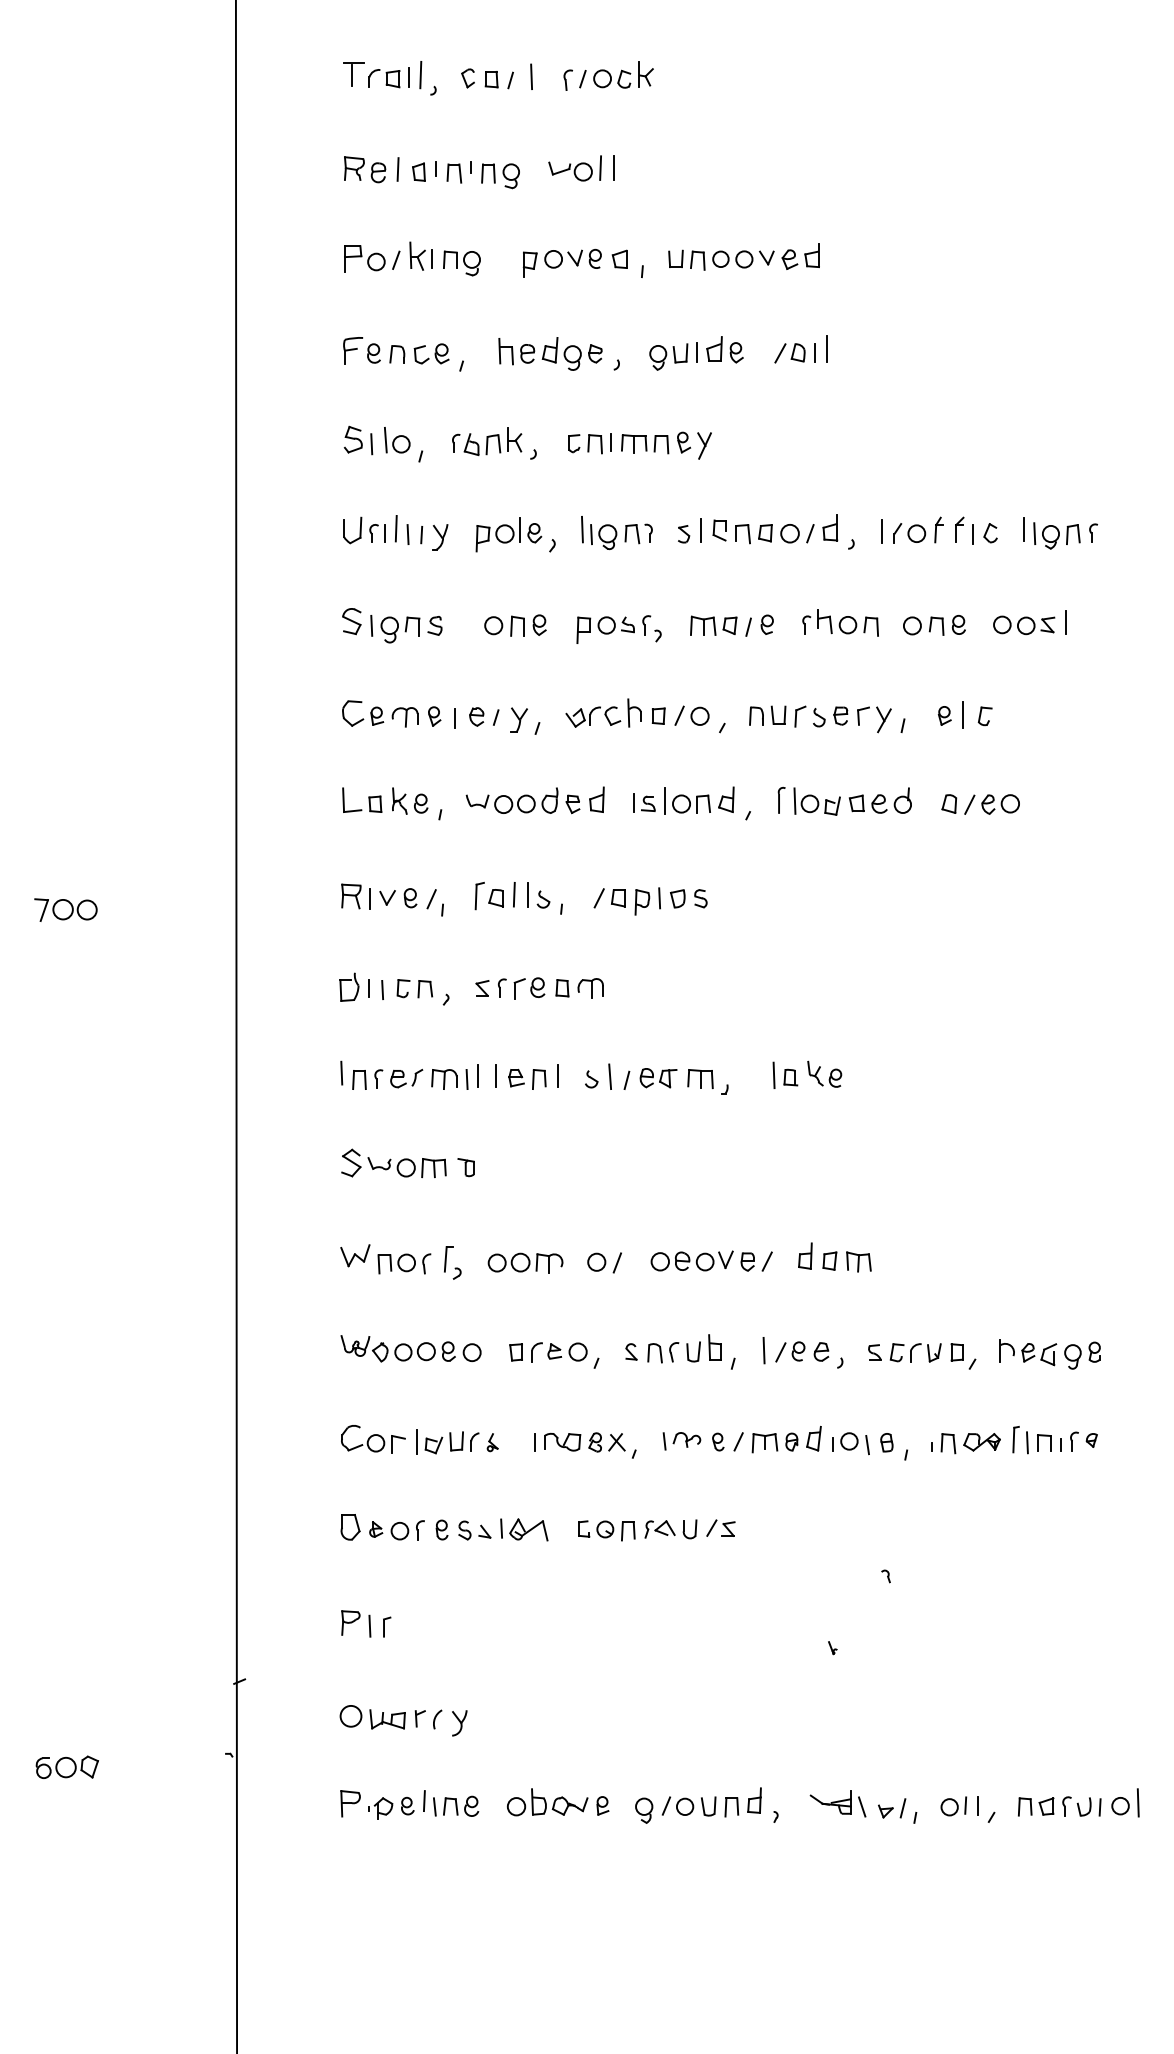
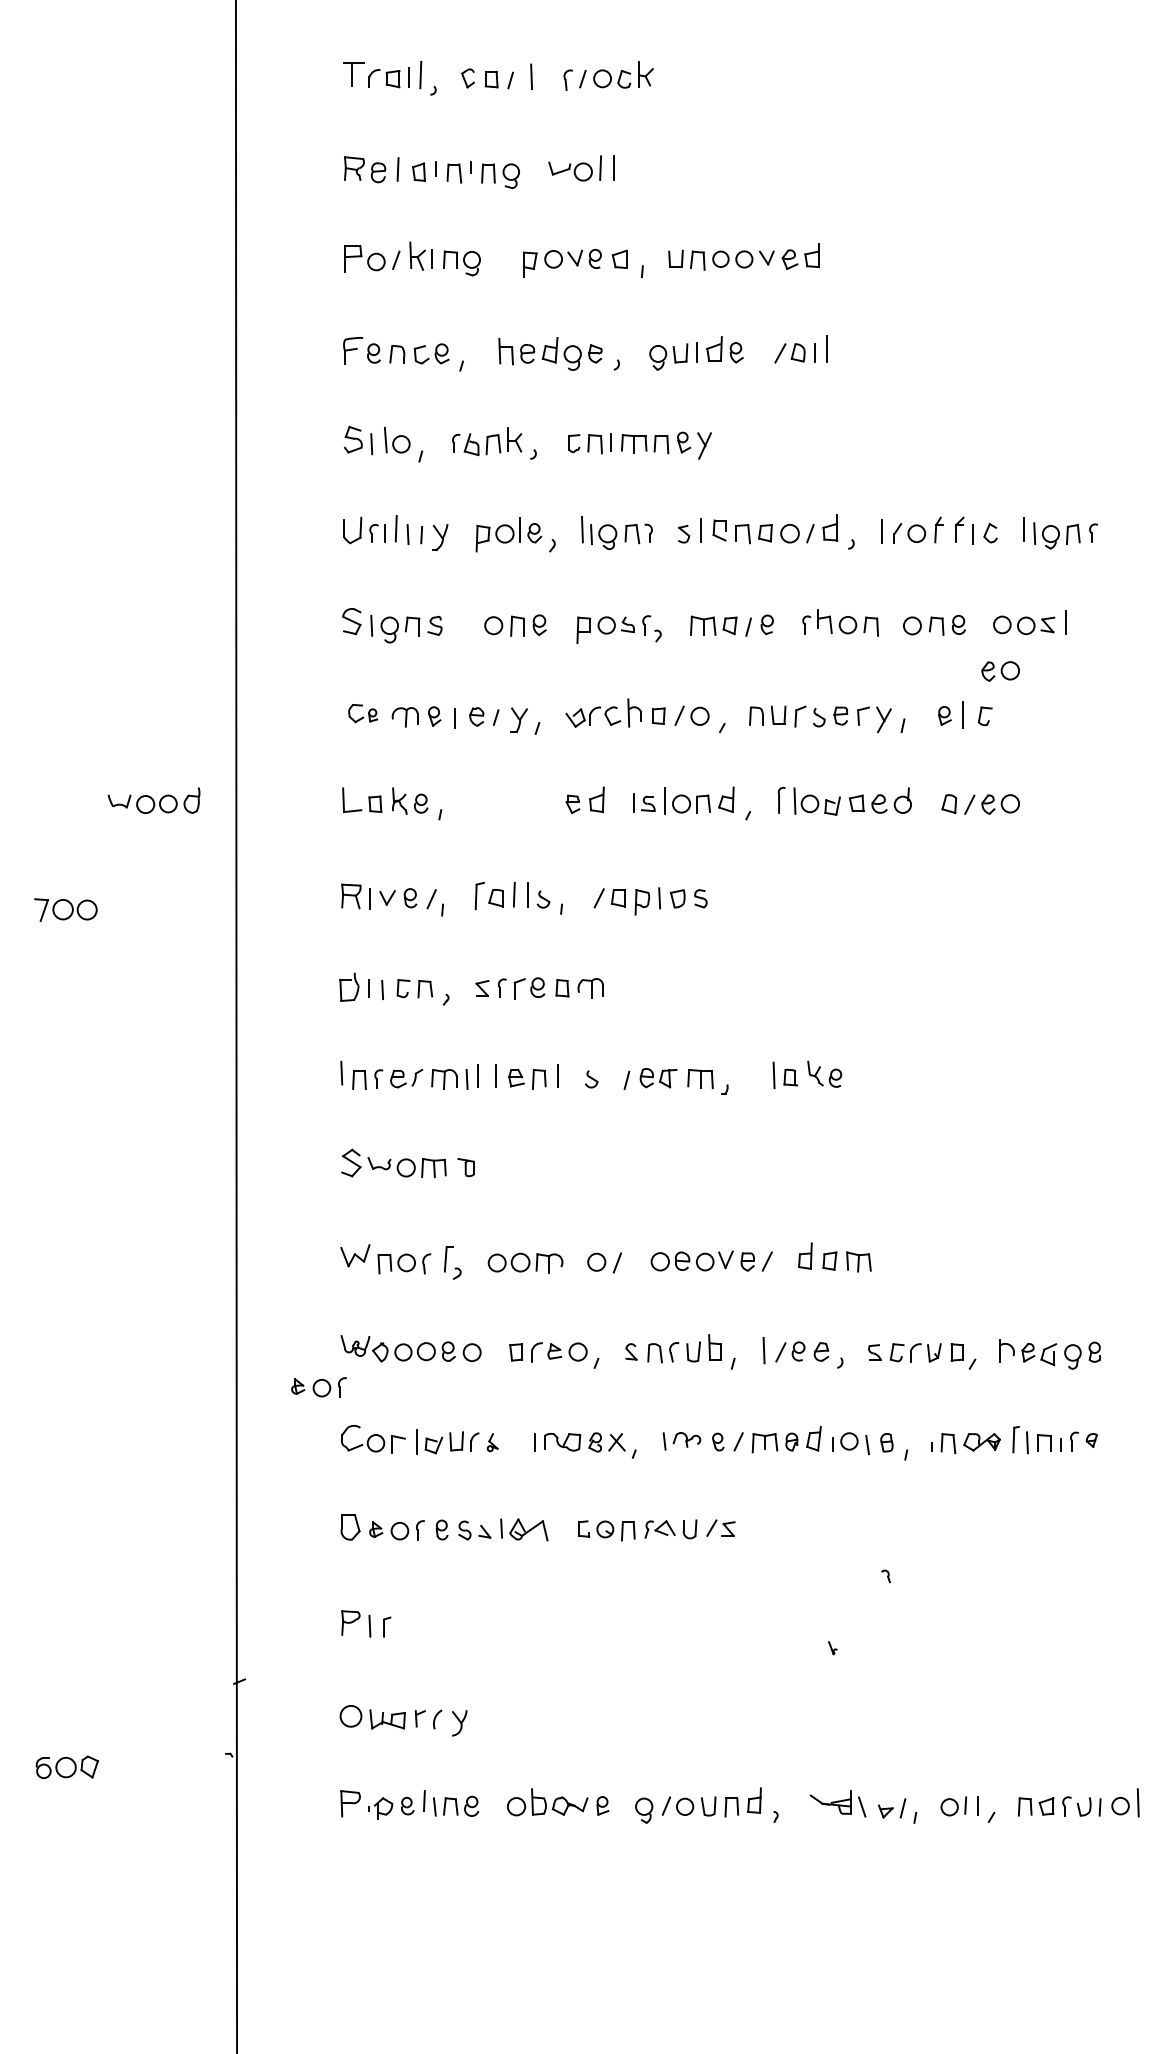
part at (1000, 671): none -> present
part at (363, 713) size: 43x27 px -> 31x20 px
part at (511, 800) position: (511, 800) -> (153, 800)
line at (609, 1076): present -> none
part at (318, 1387): none -> present
